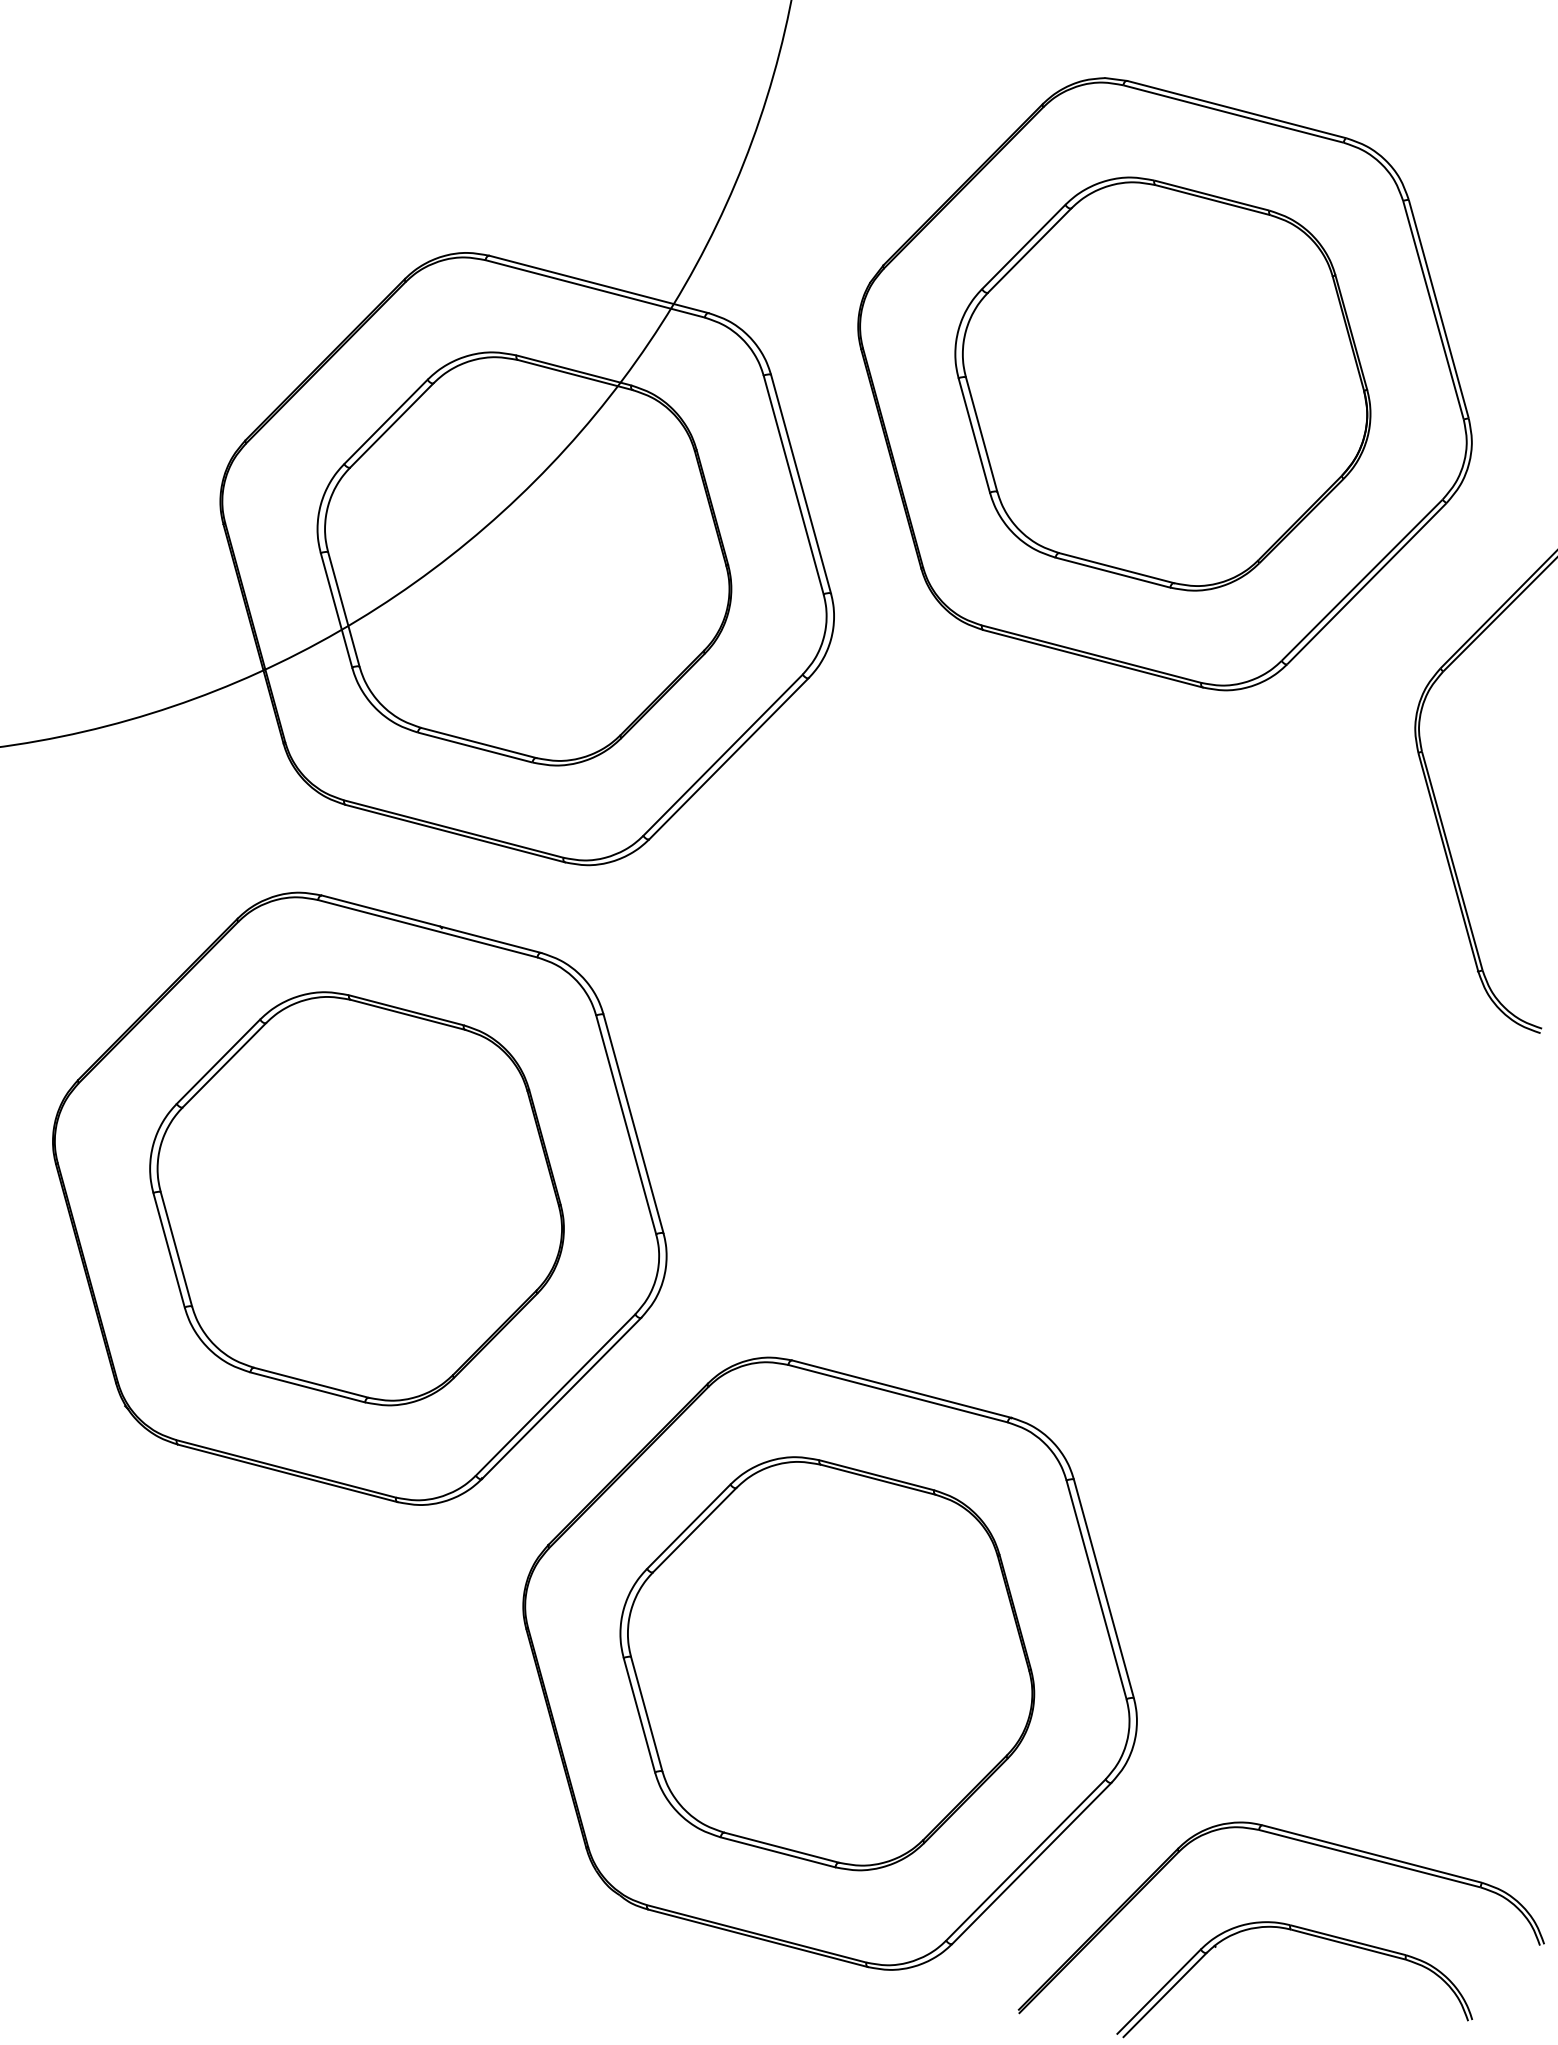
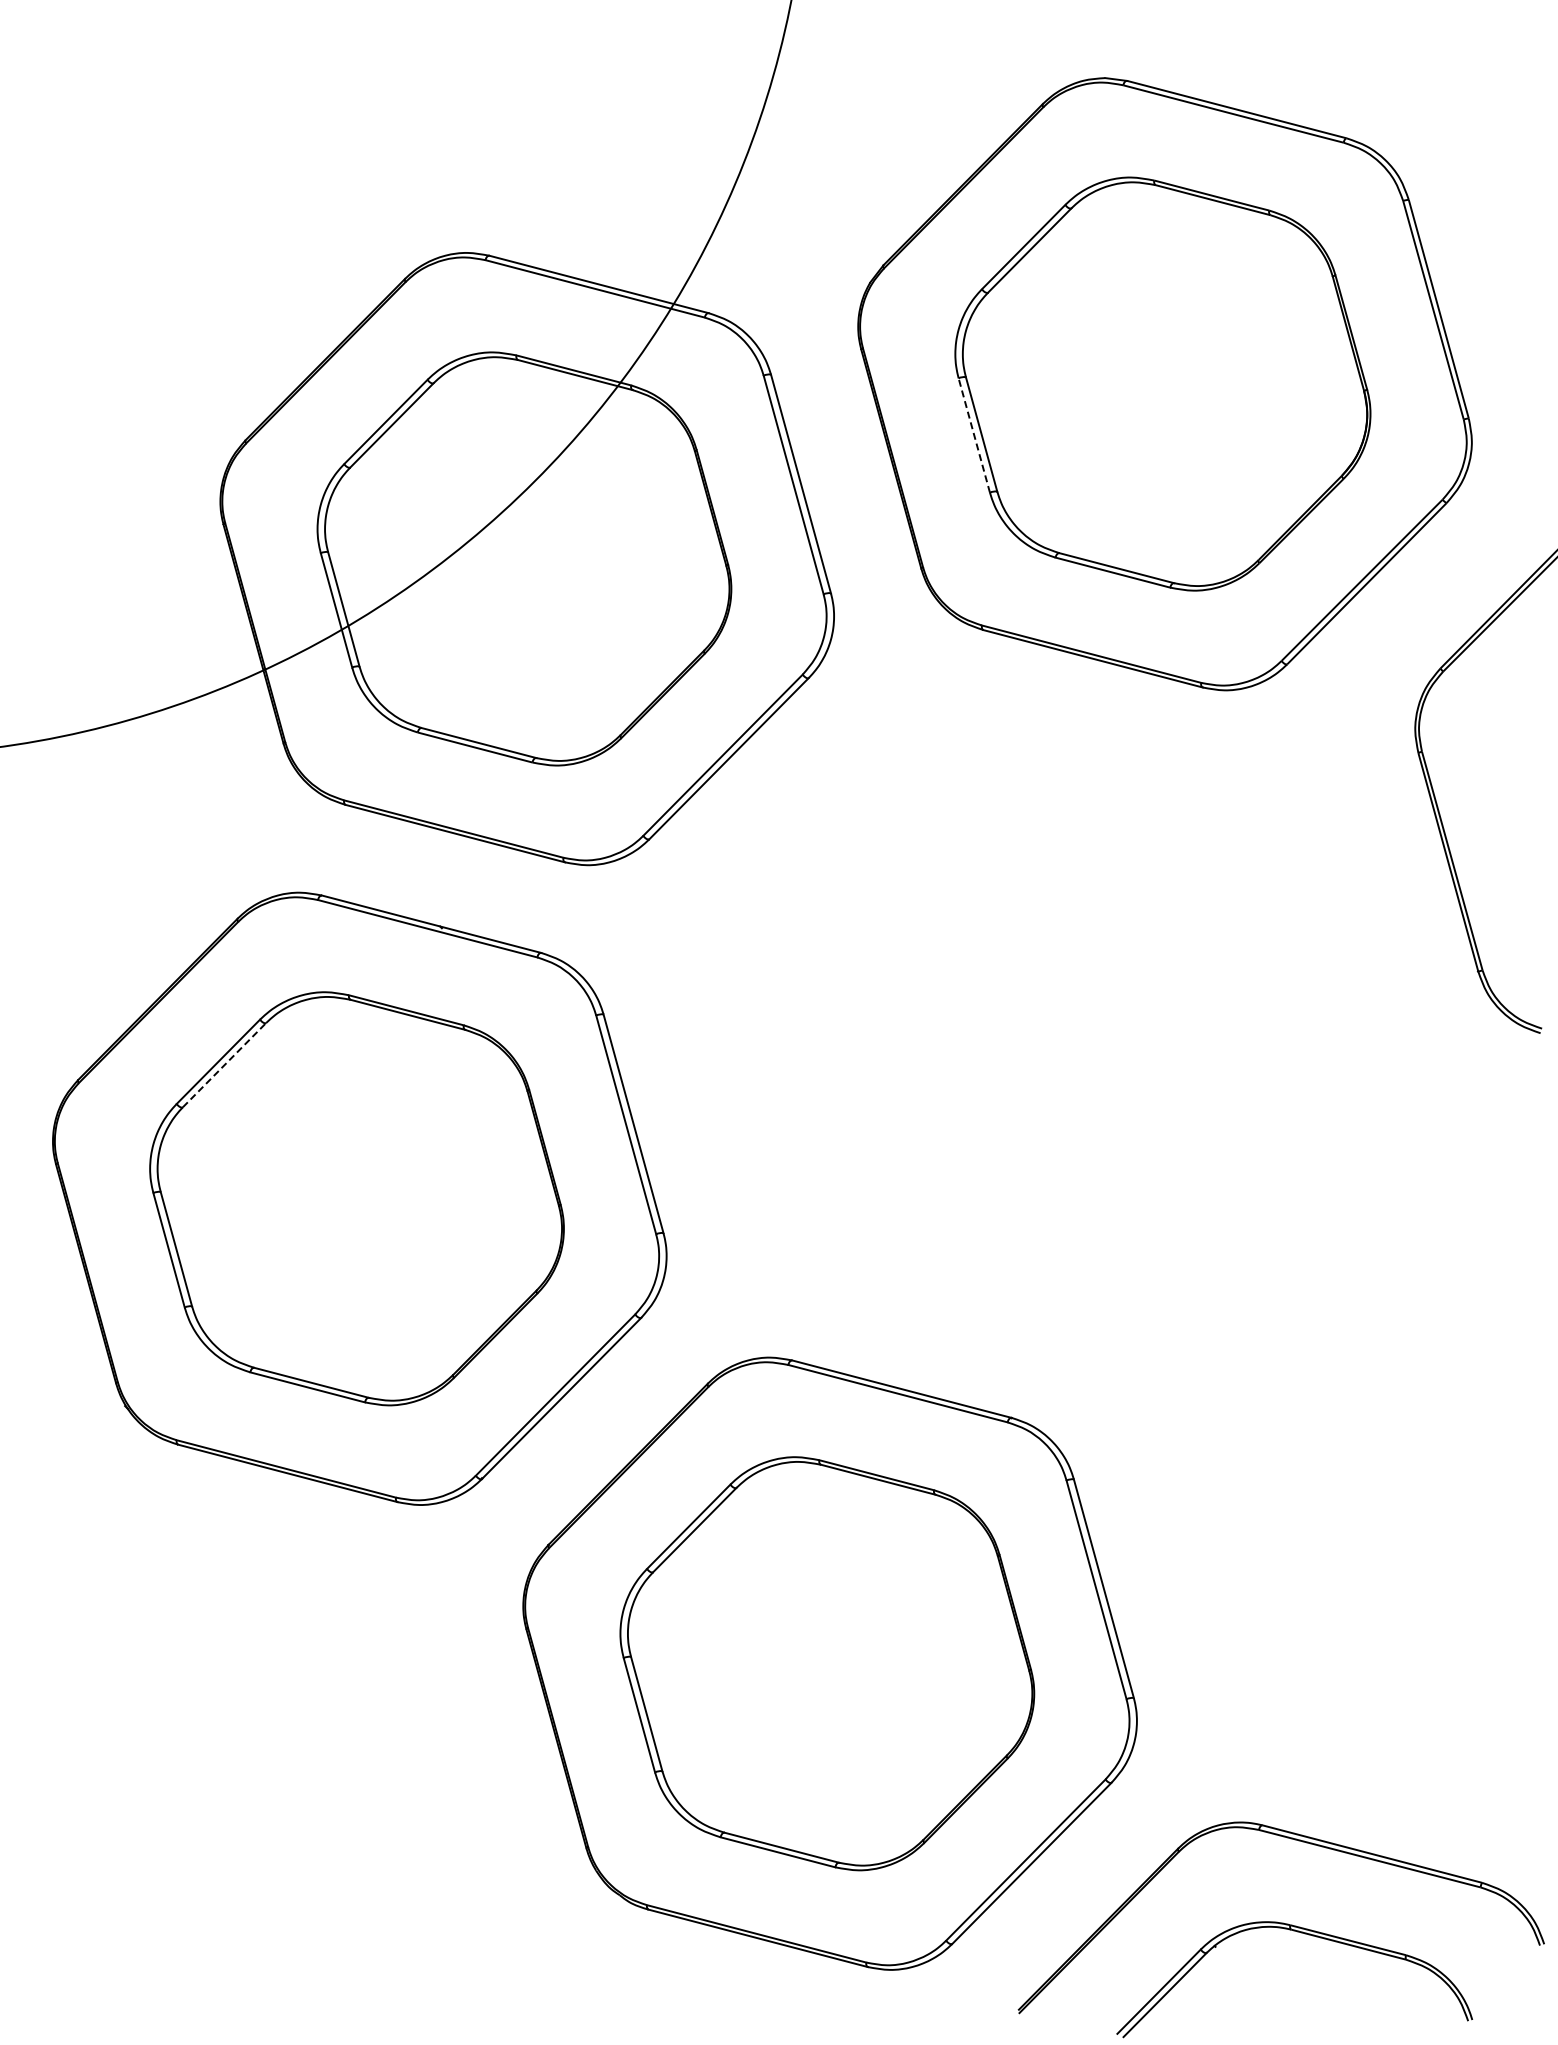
line at (974, 435): solid -> dashed
line at (224, 1064): solid -> dashed
